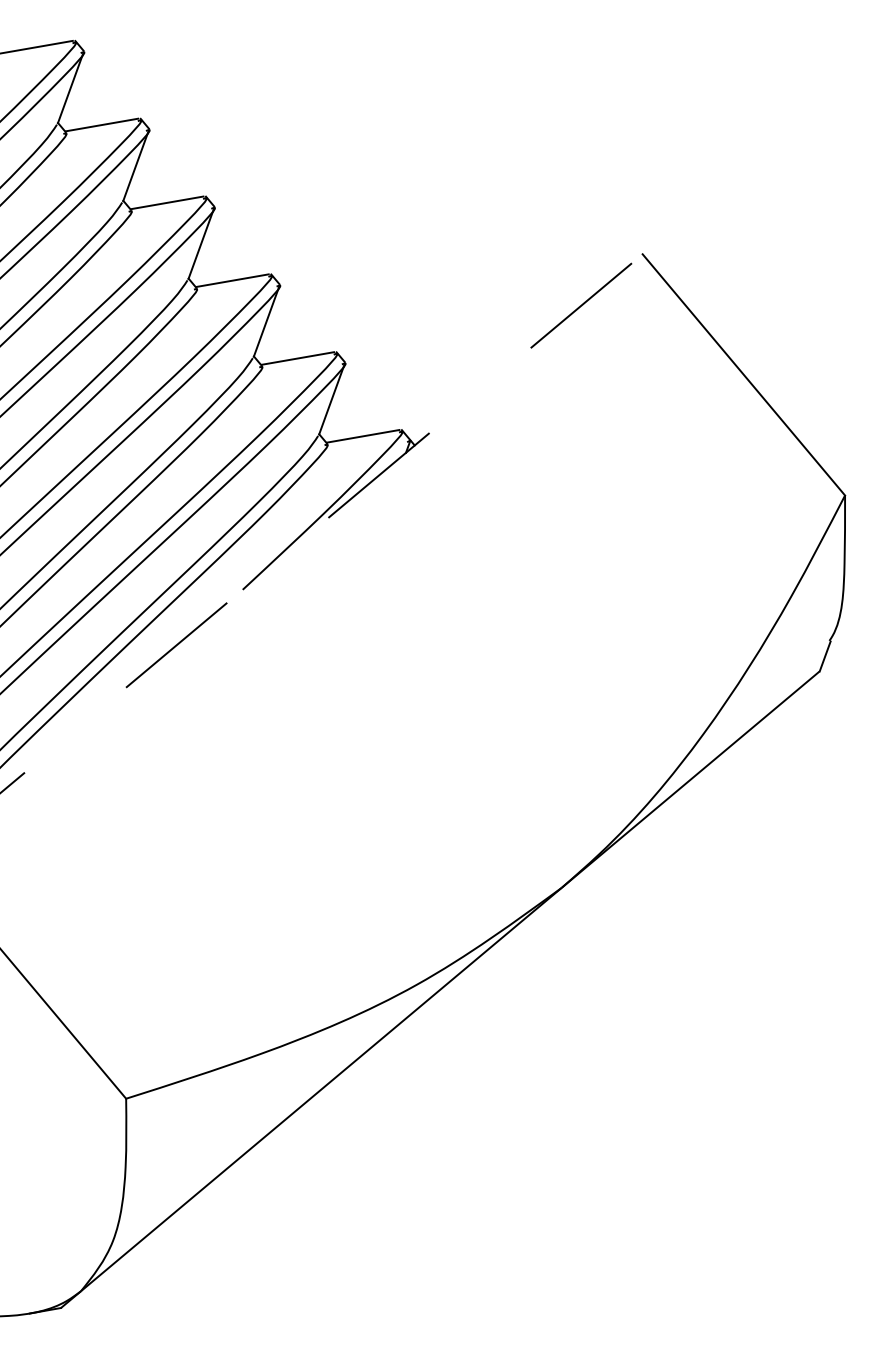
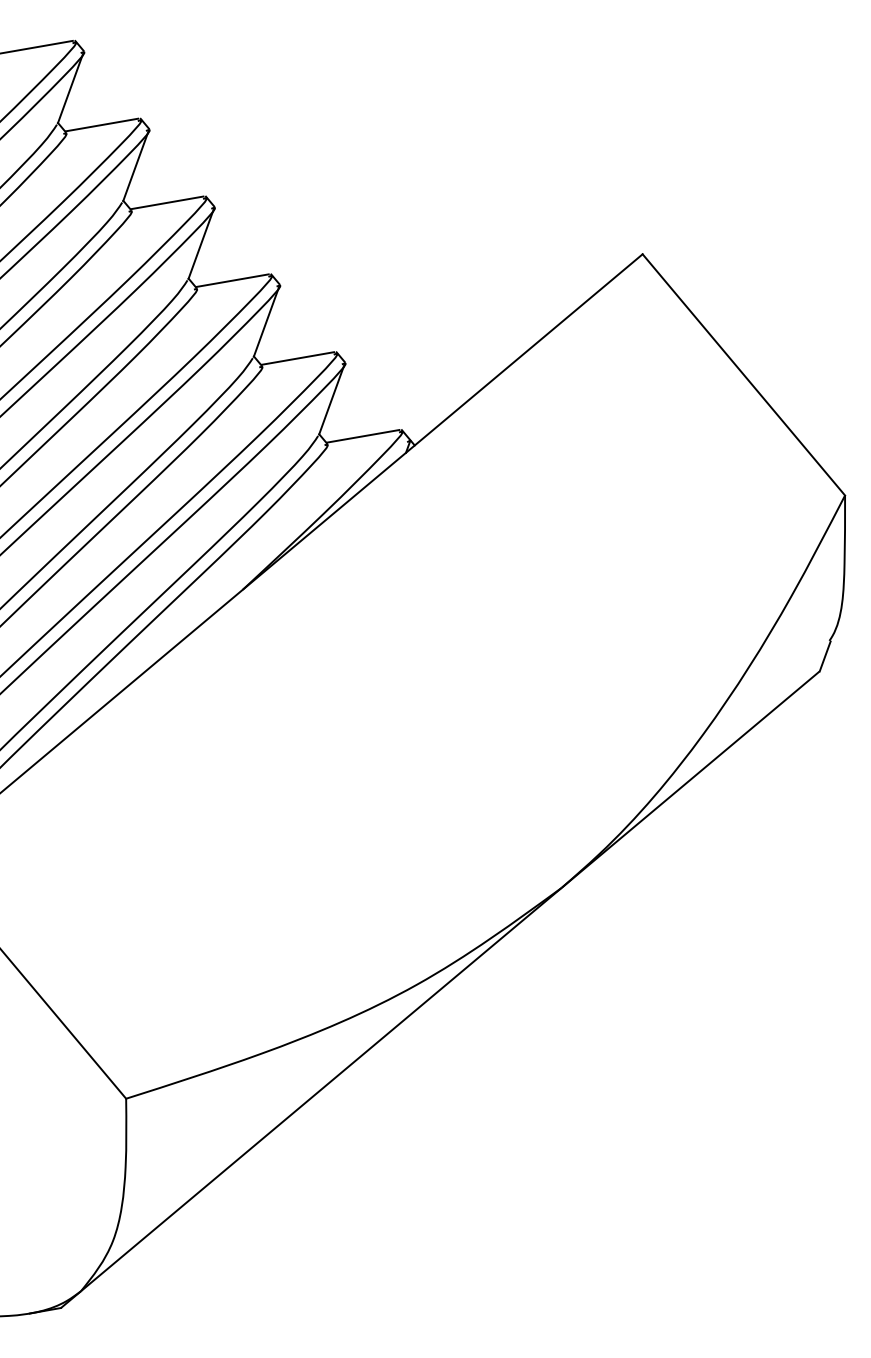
line at (321, 523): dashed -> solid
